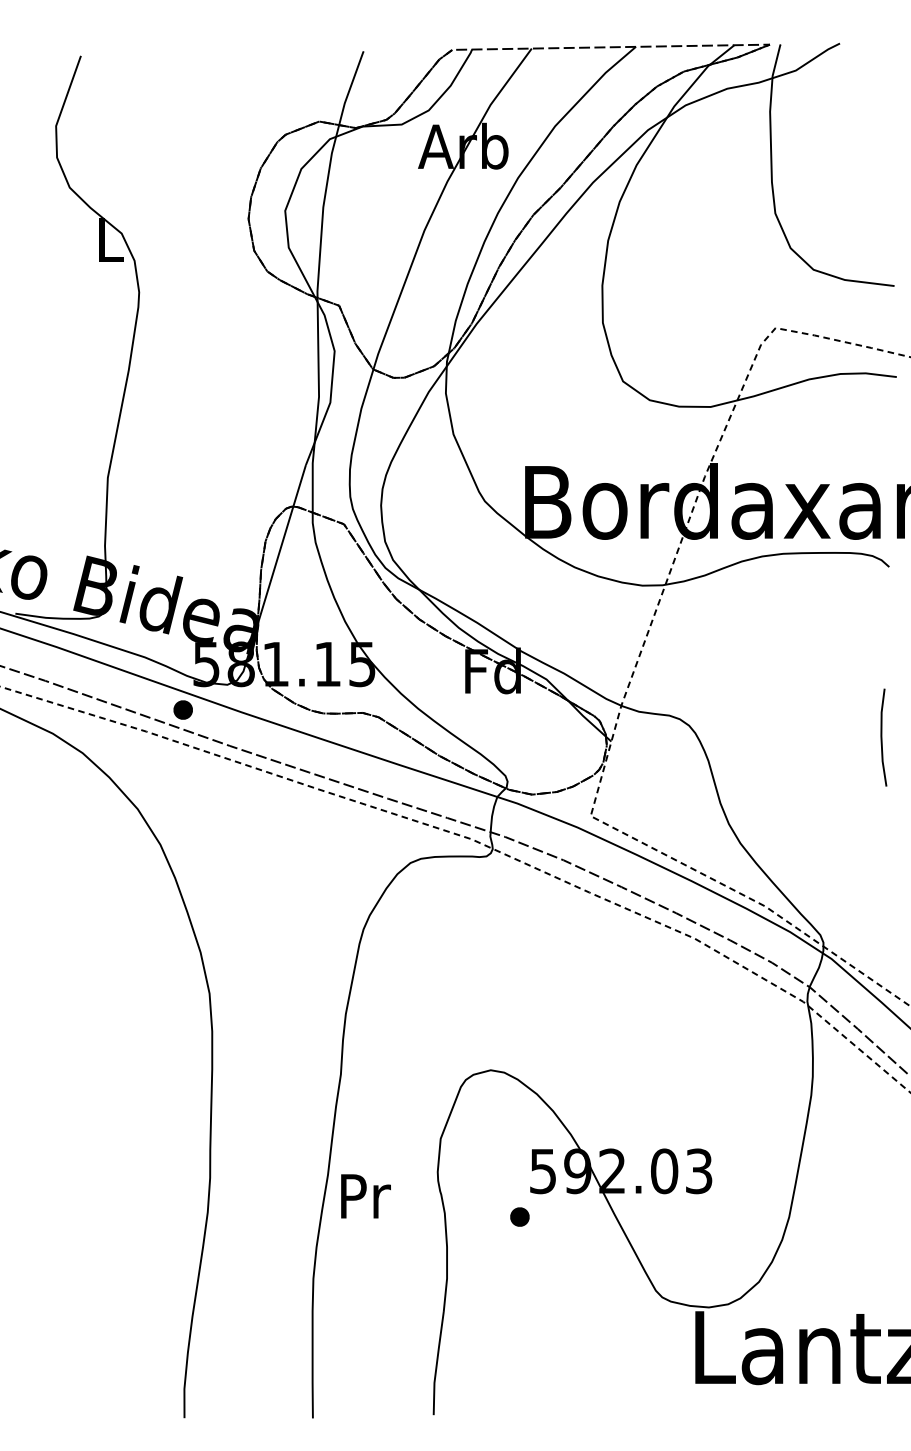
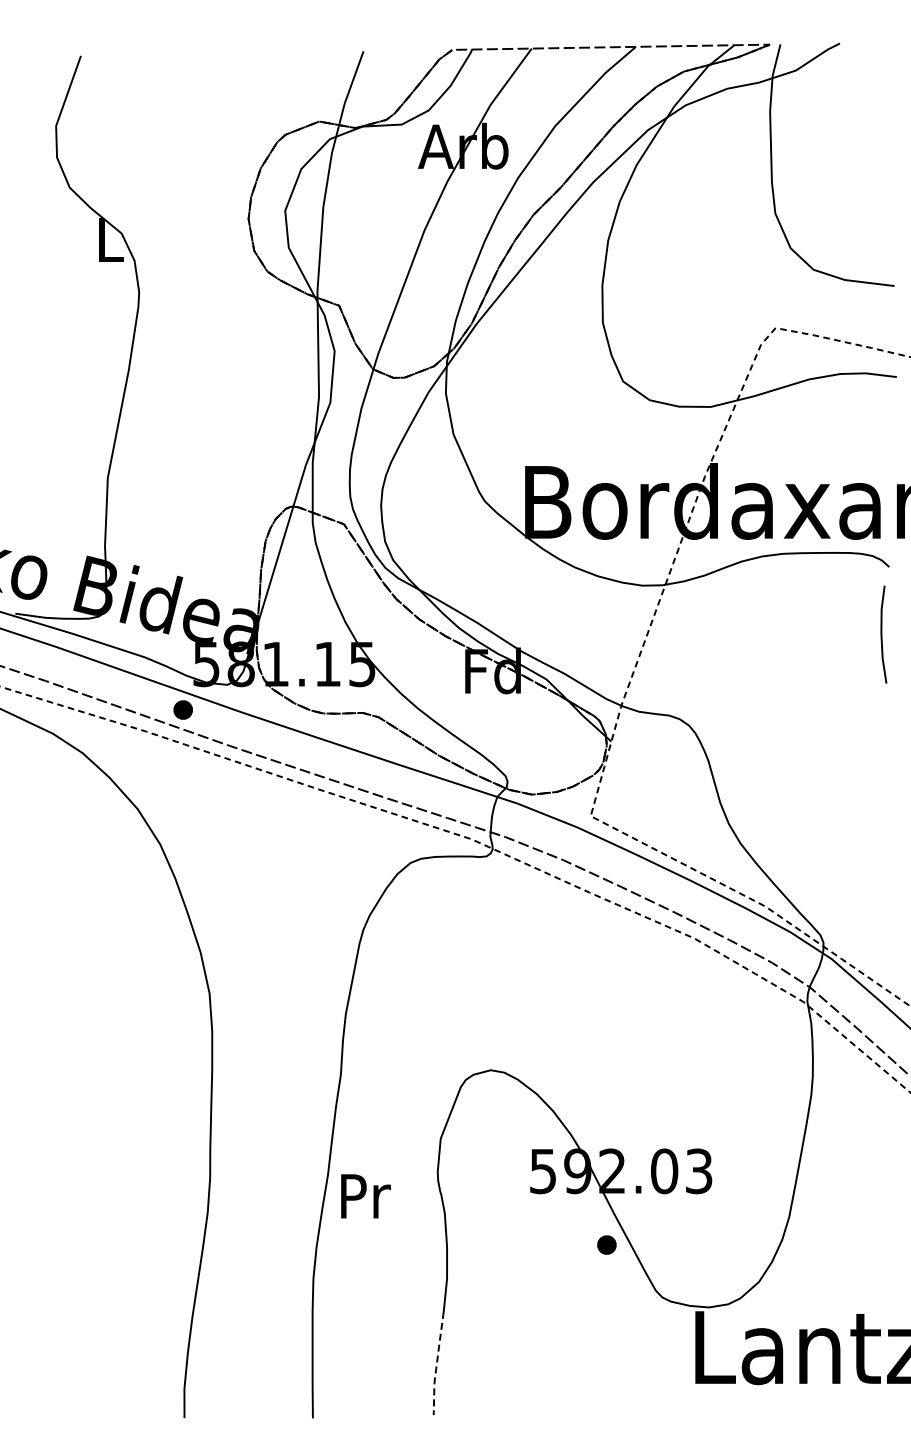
line at (882, 737) position: (882, 737) -> (882, 634)
part at (519, 1216) position: (519, 1216) -> (606, 1244)
line at (436, 1363): solid -> dashed
